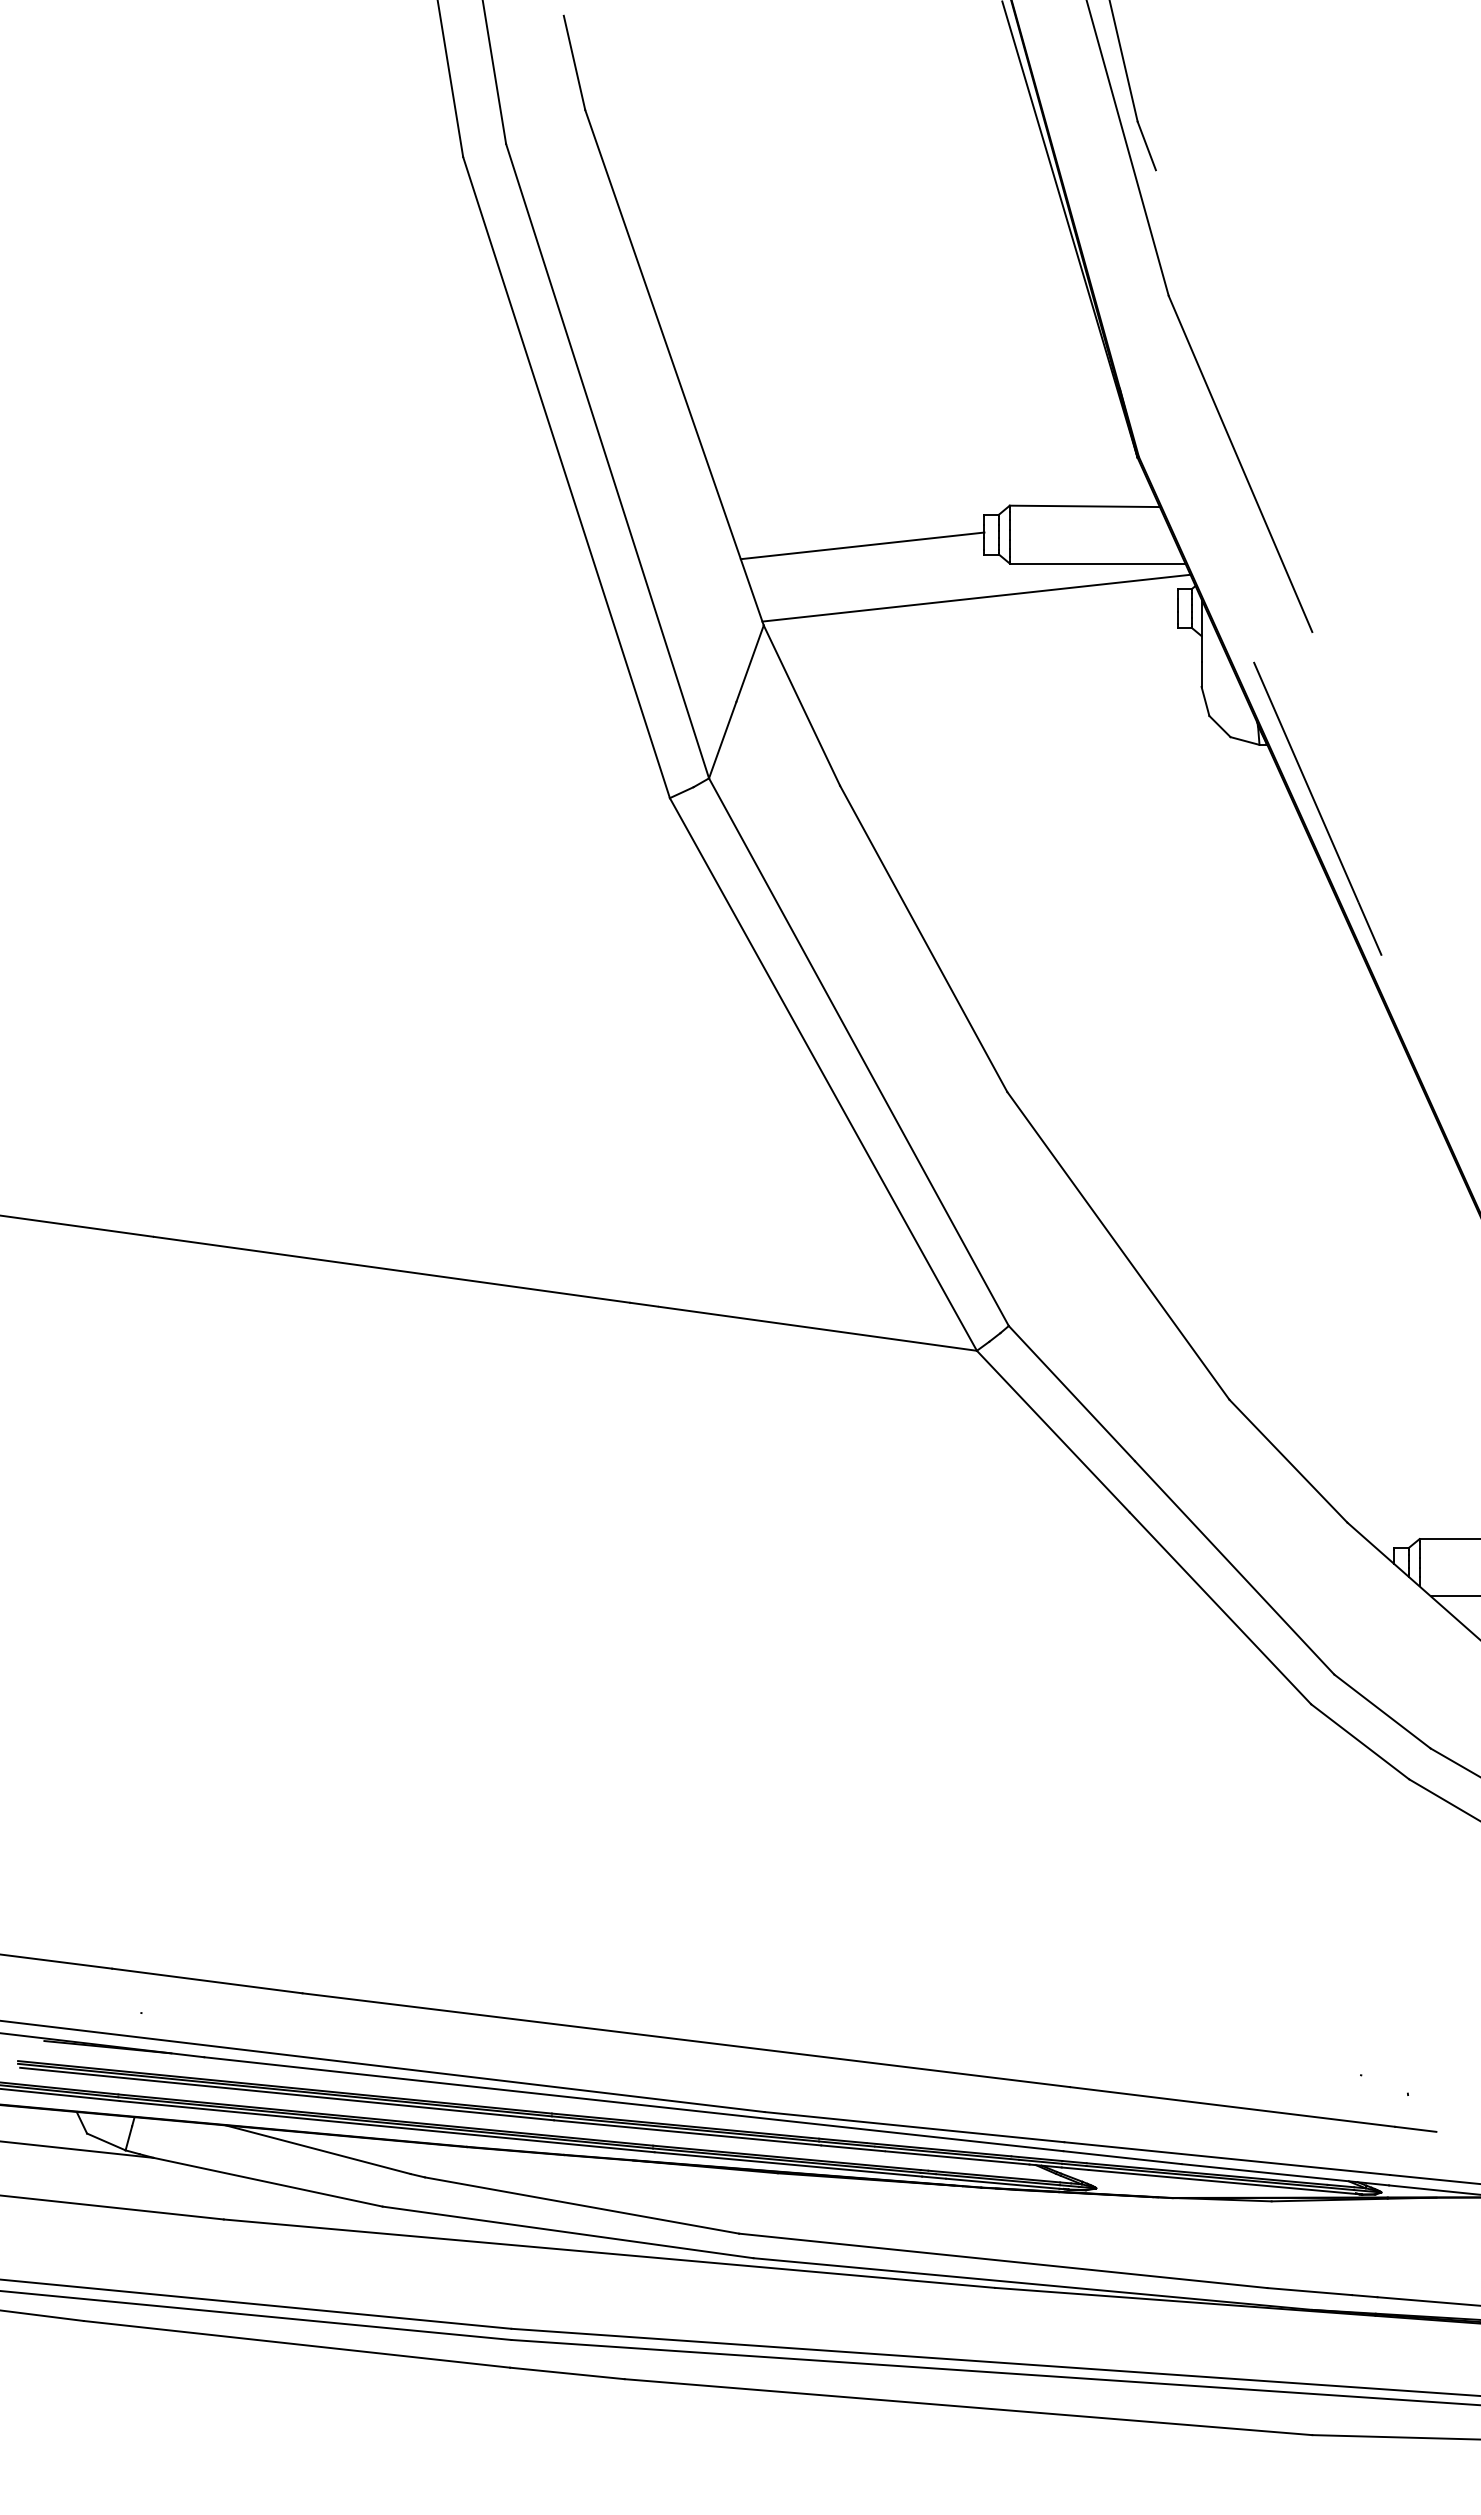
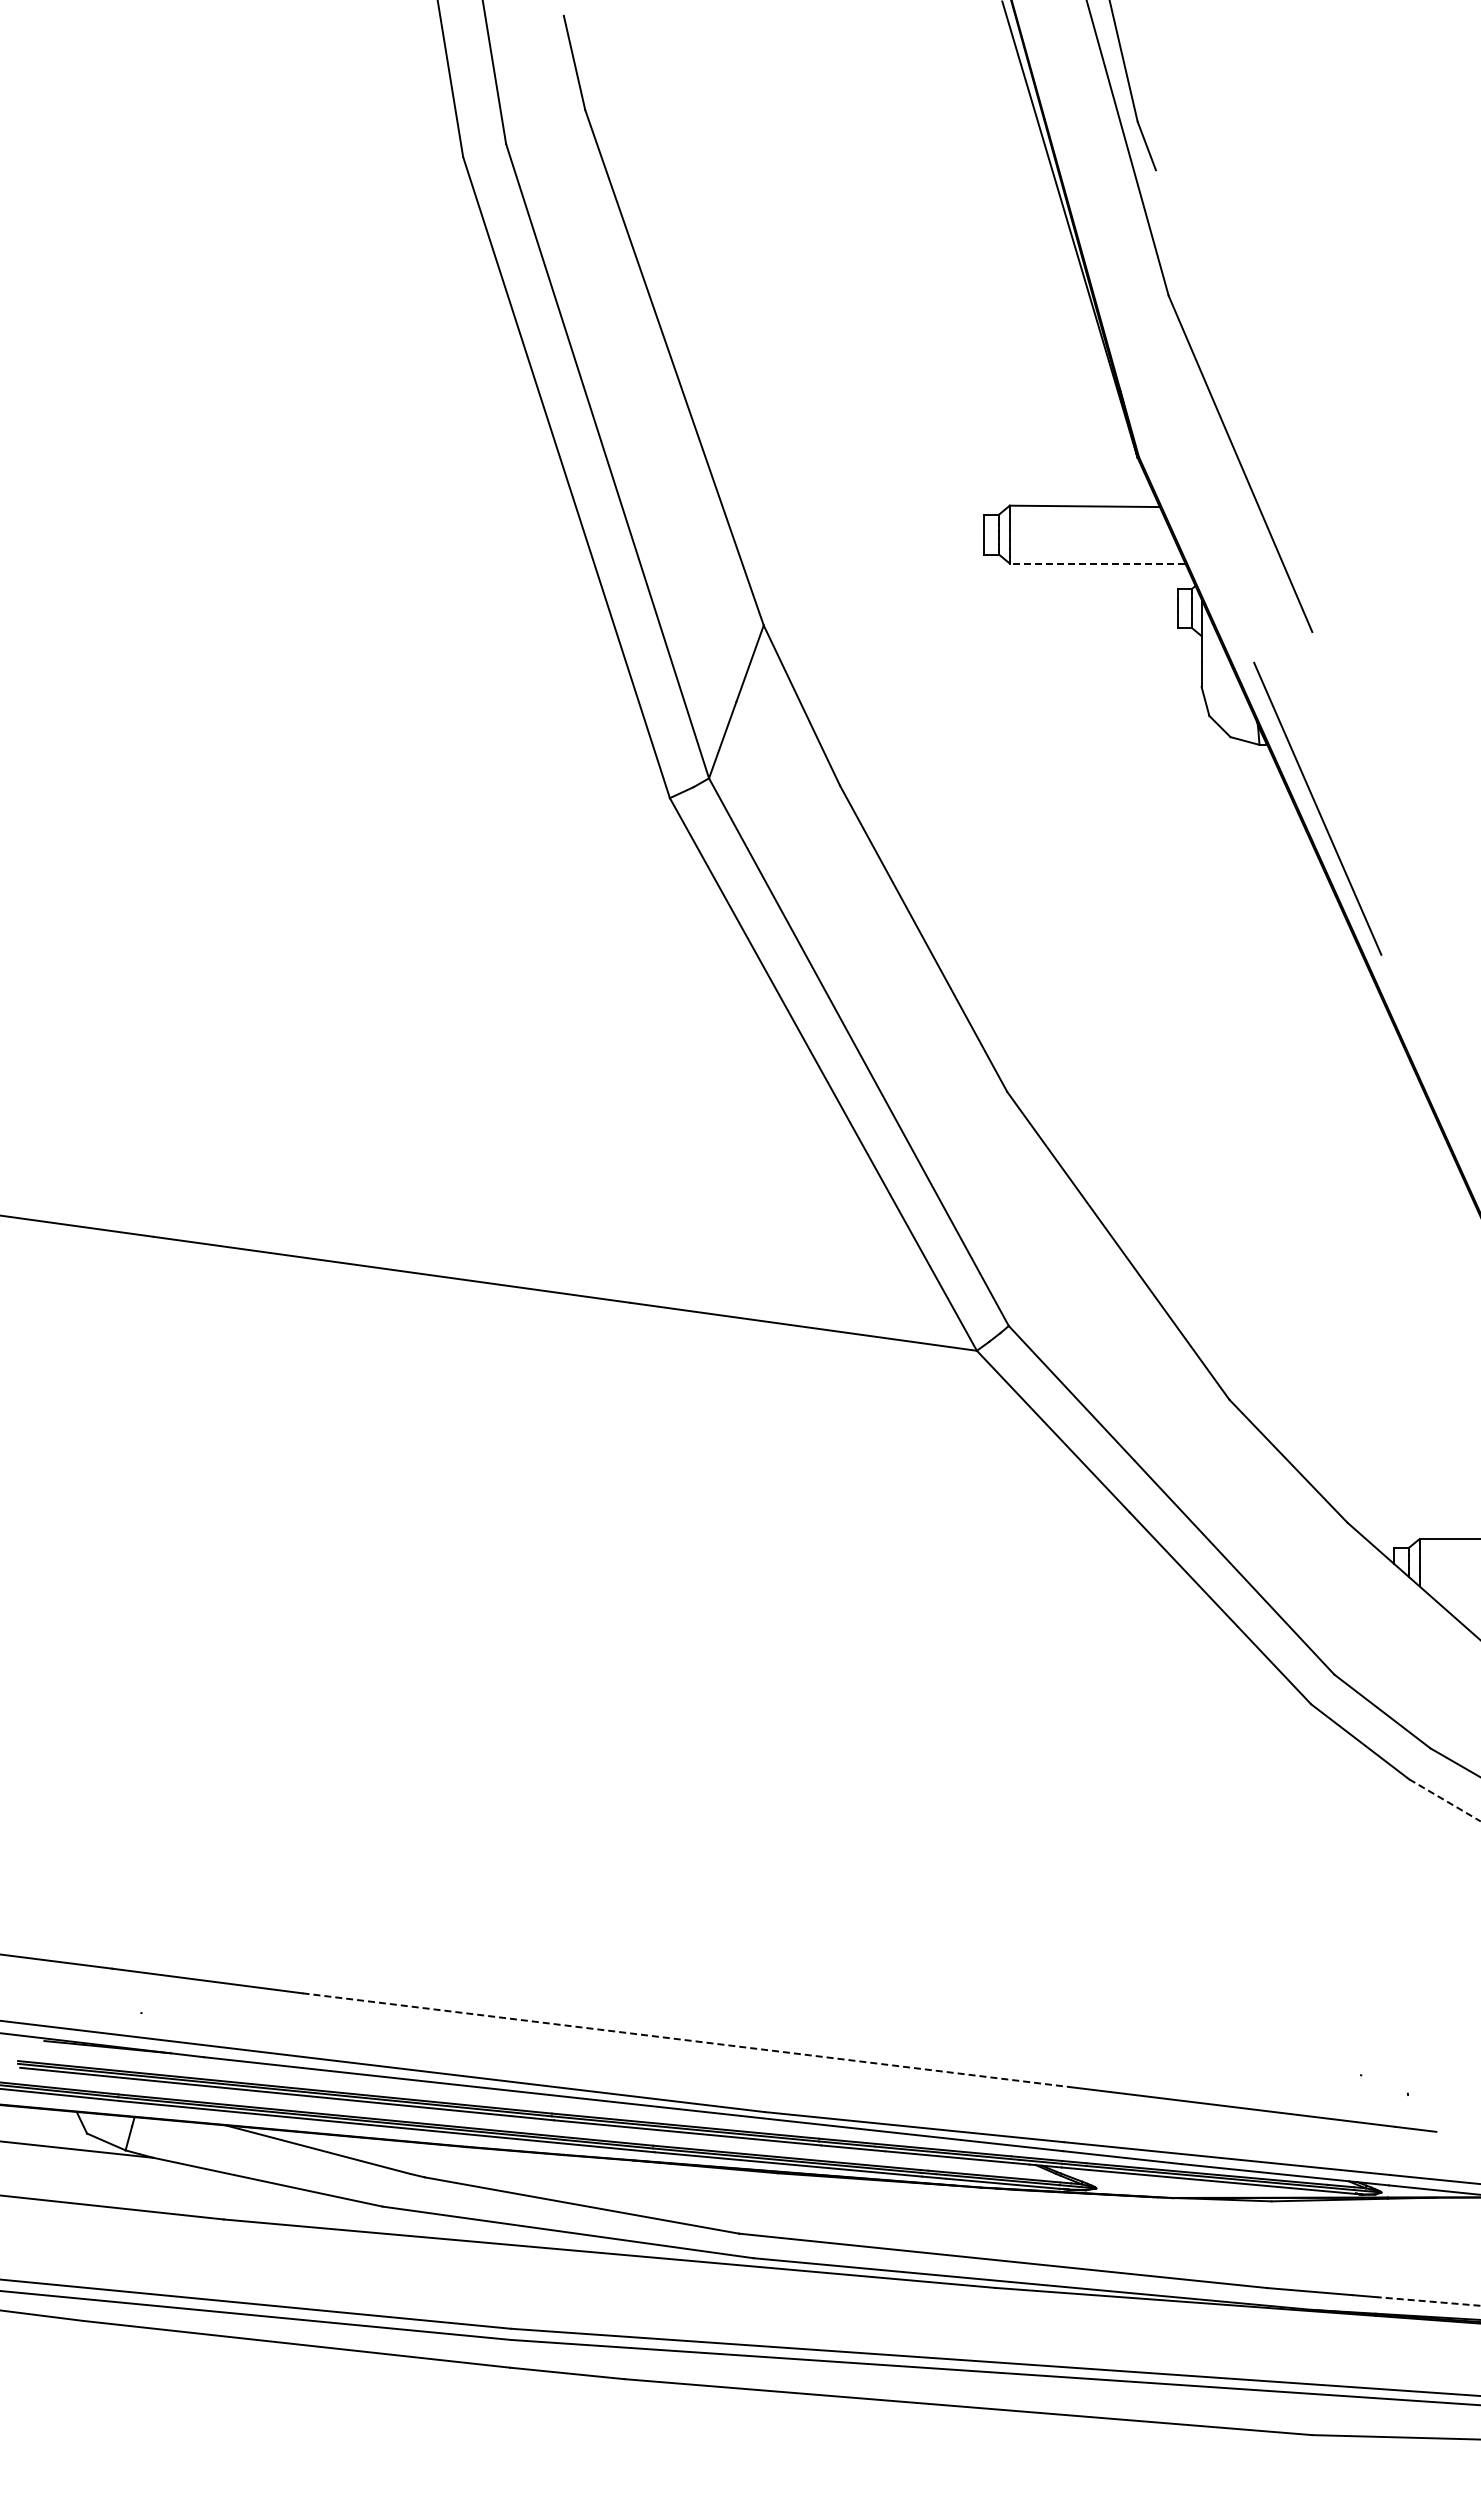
line at (862, 545): present -> none
line at (1097, 563): solid -> dashed
line at (976, 597): present -> none
line at (1453, 1596): present -> none
line at (1444, 1800): solid -> dashed
line at (686, 2040): solid -> dashed
line at (1428, 2301): solid -> dashed
